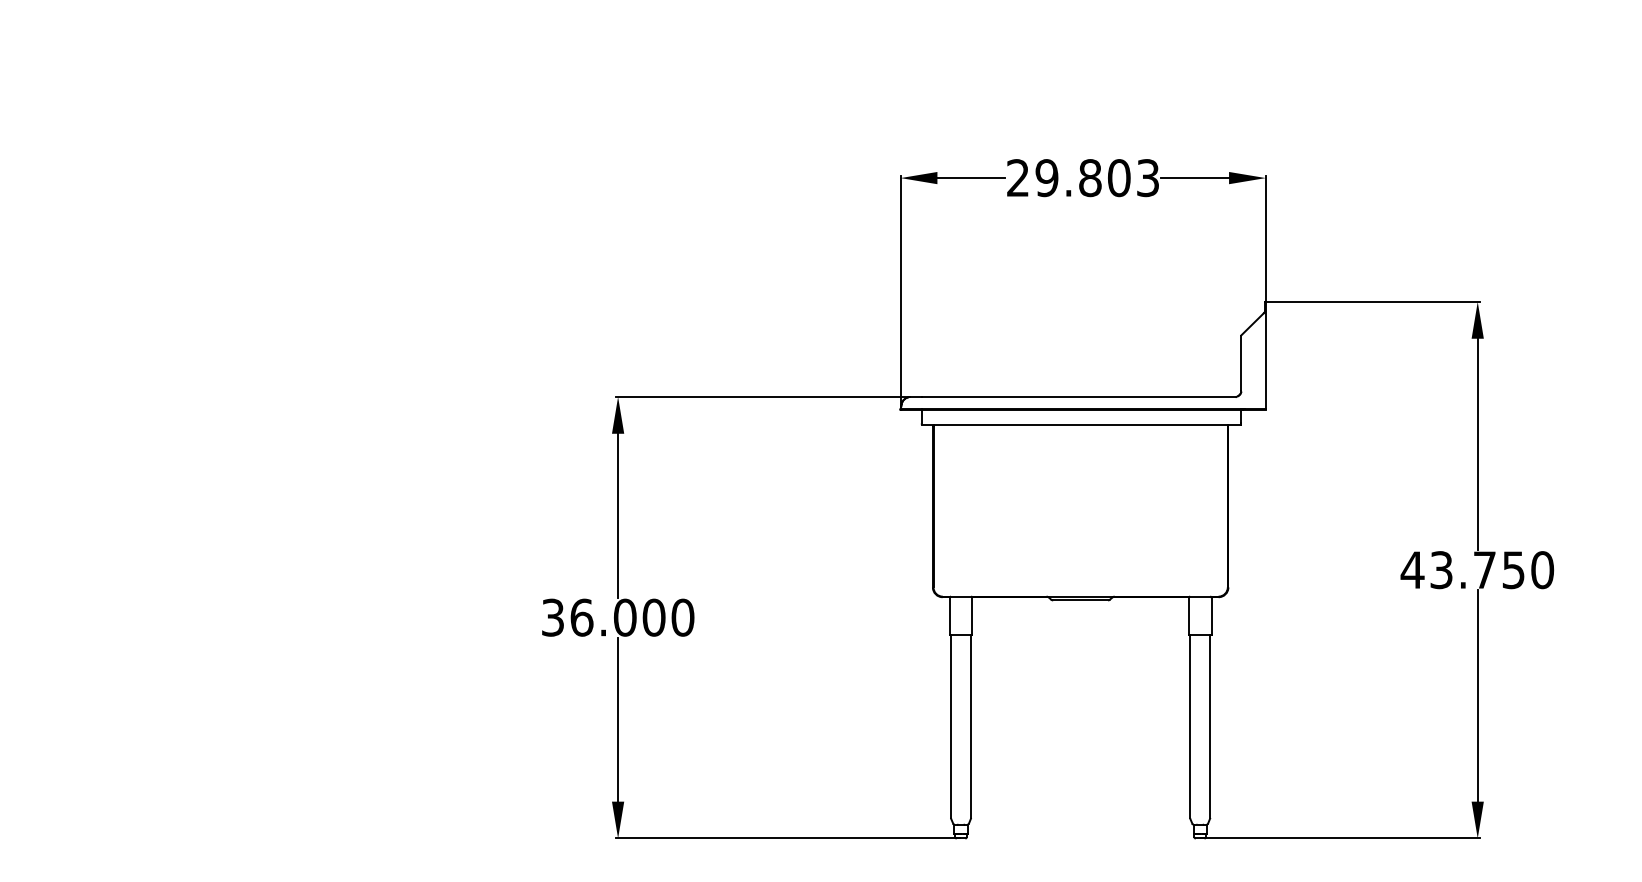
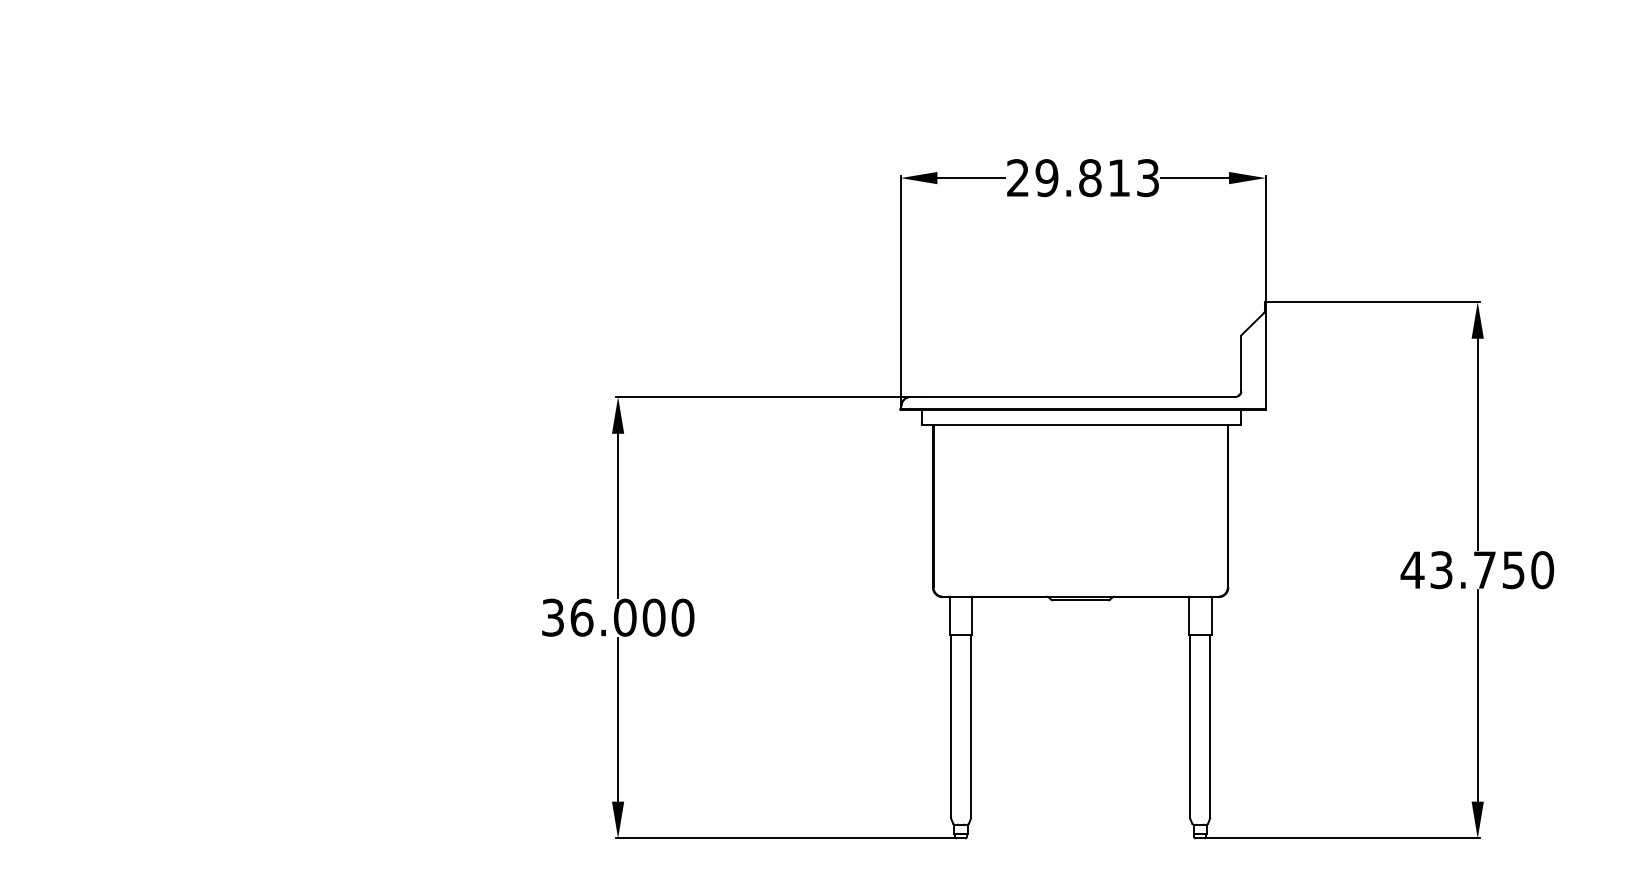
text at (1119, 178): 29.803 -> 29.813
